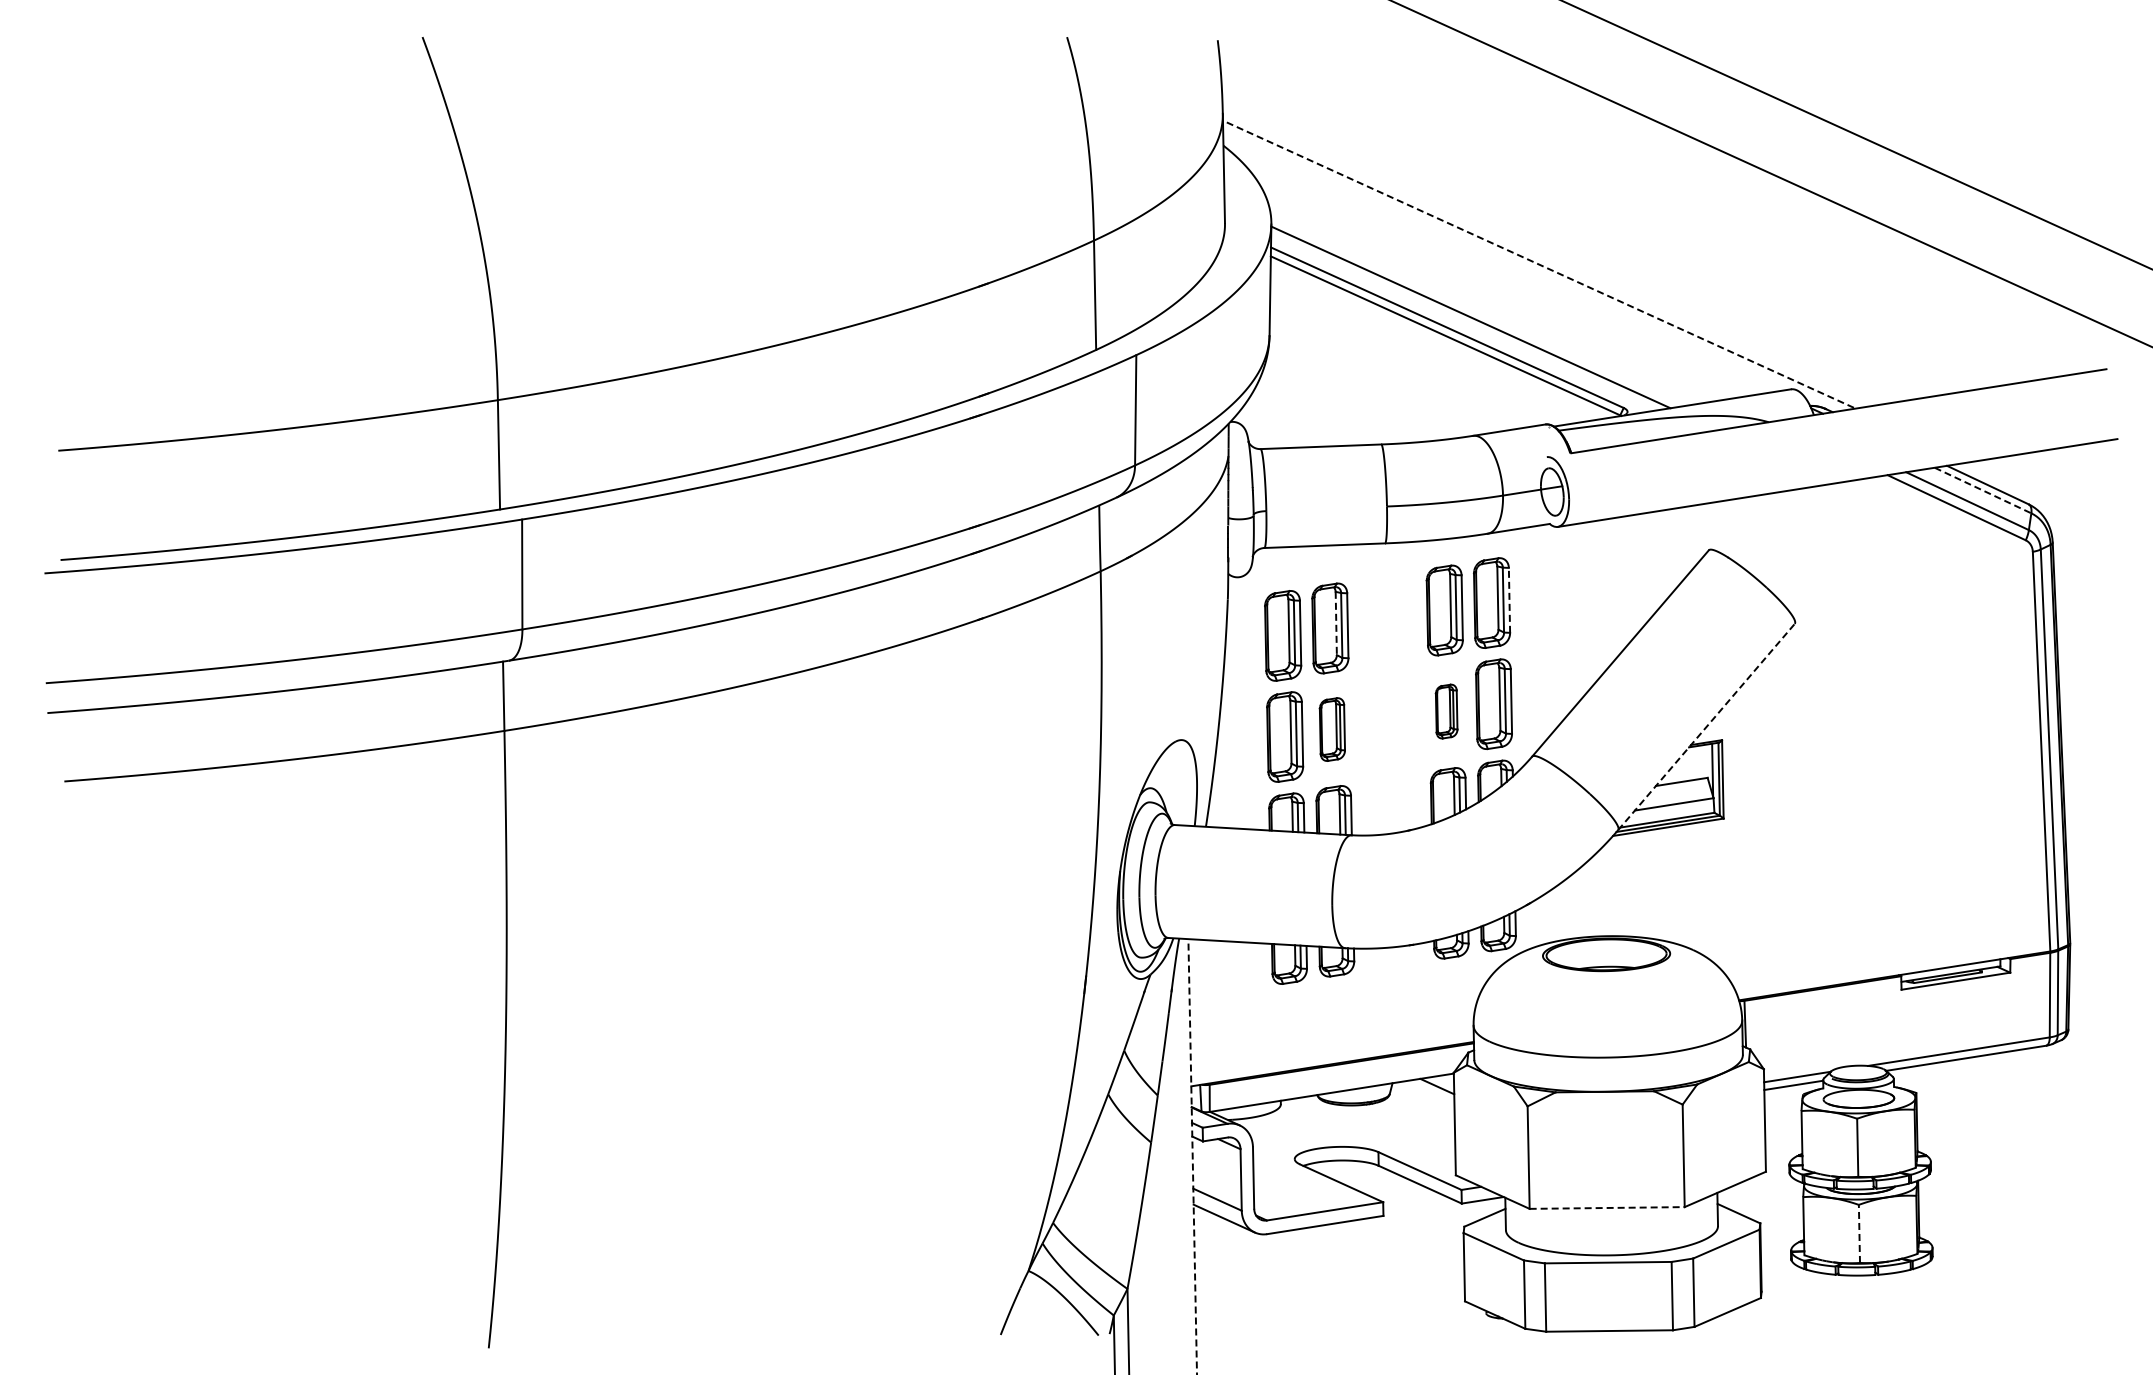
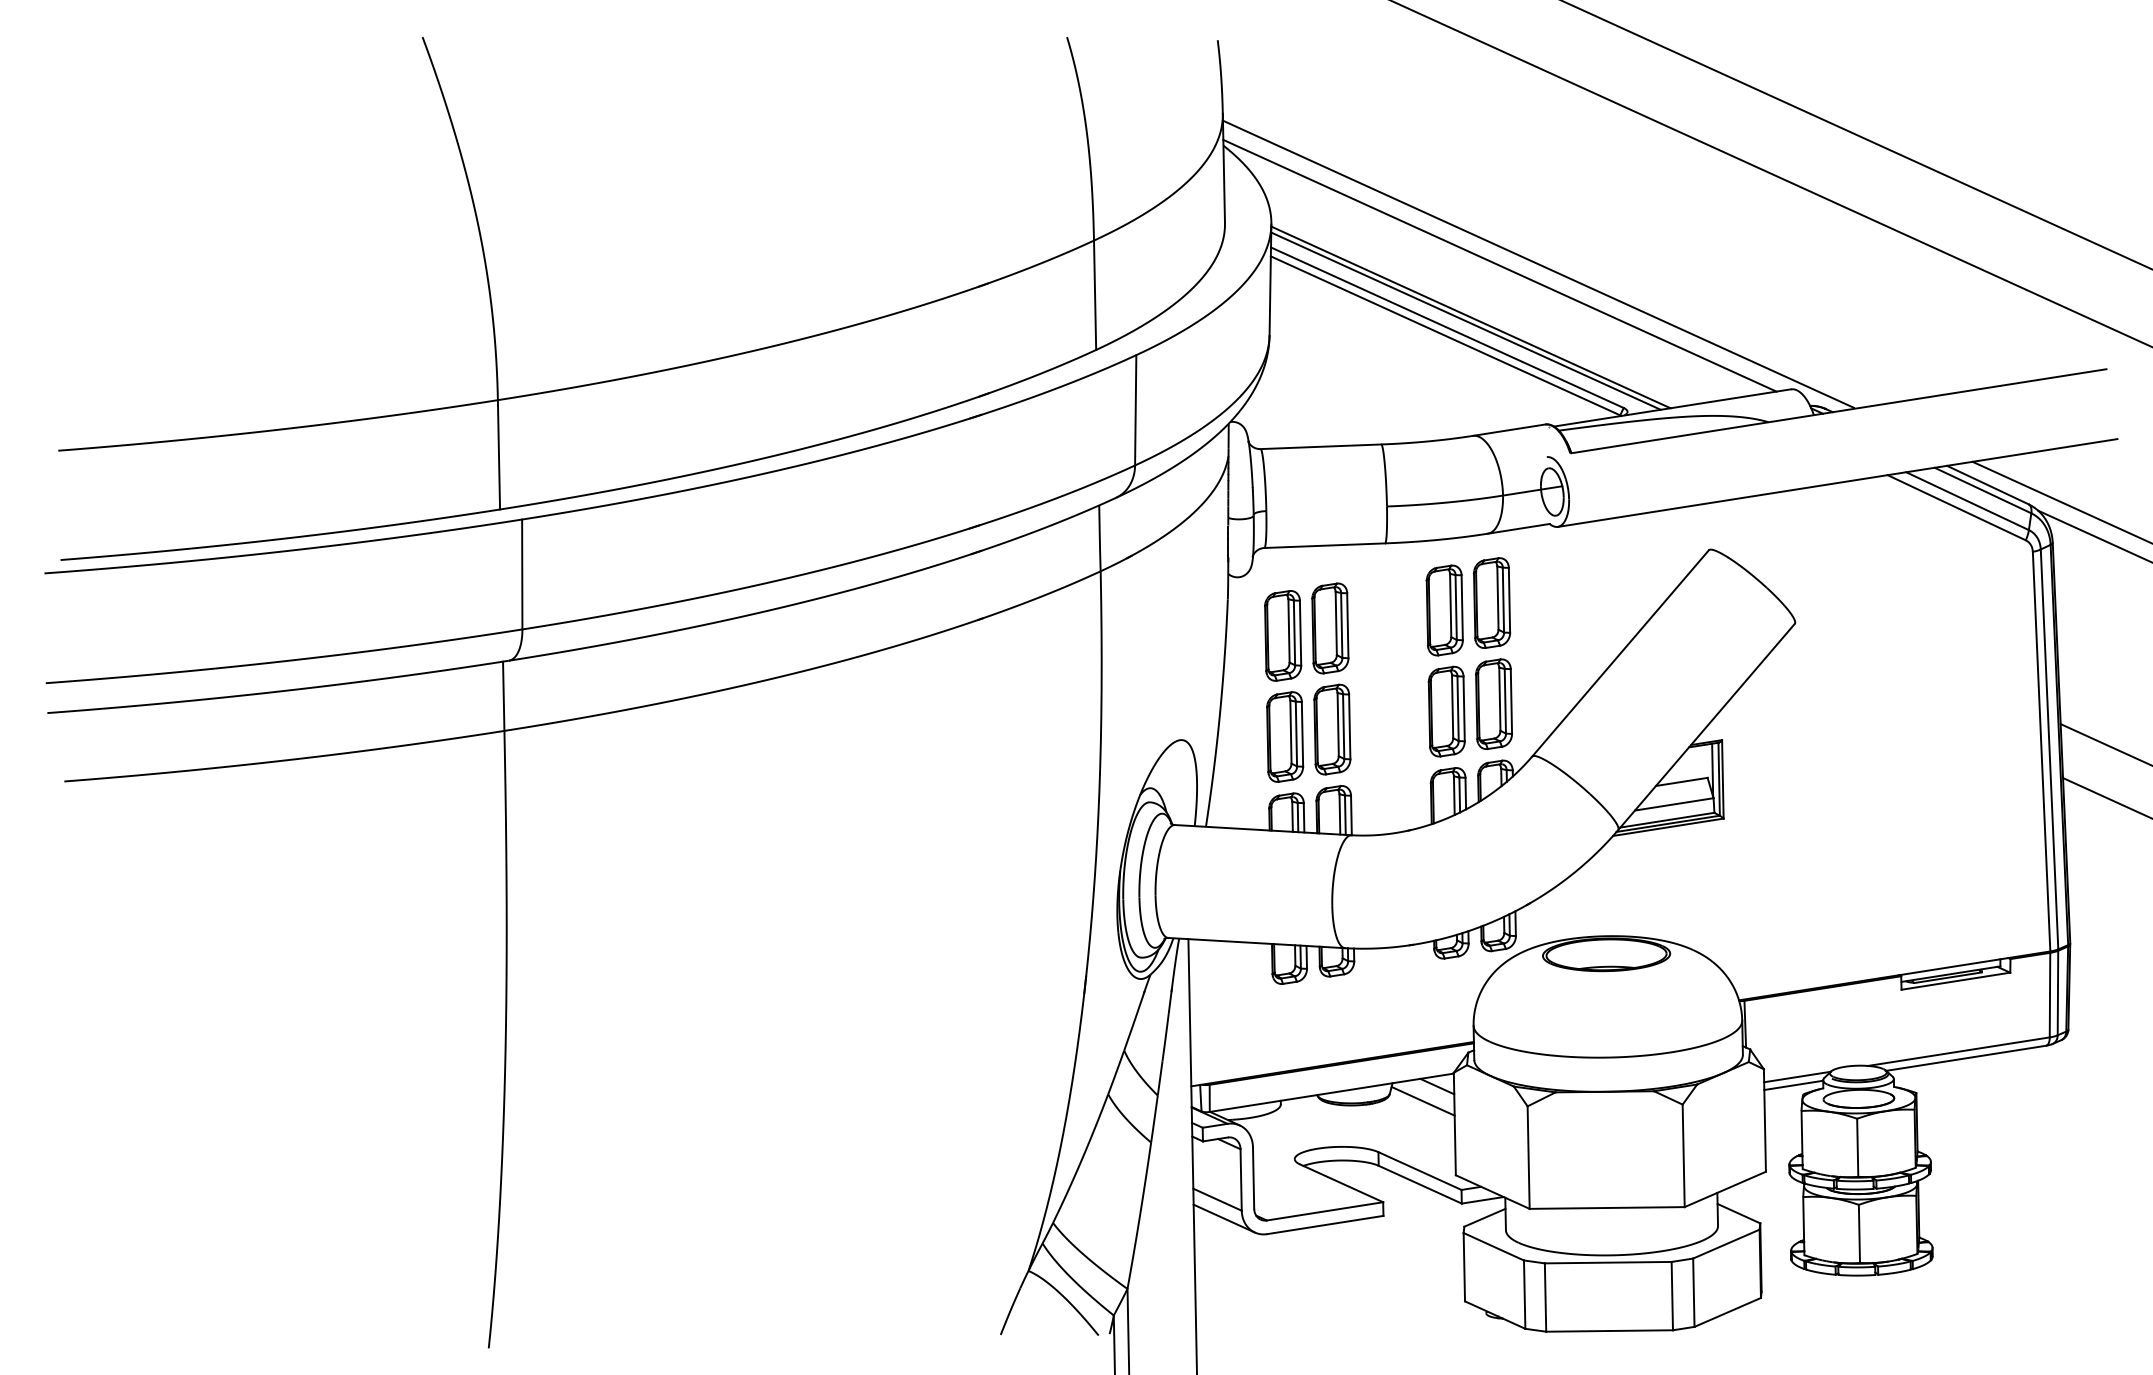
line at (1538, 264): dashed -> solid
line at (1499, 265): none -> present
line at (1465, 320): none -> present
line at (1983, 490): dashed -> solid
line at (2060, 501): none -> present
line at (2093, 535): none -> present
line at (1509, 599): dashed -> solid
line at (1336, 623): dashed -> solid
part at (1446, 711) size: 25x57 px -> 39x93 px
line at (1706, 727): dashed -> solid
part at (1331, 729) size: 28x65 px -> 39x93 px
line at (2104, 744): none -> present
line at (2106, 797): none -> present
line at (1422, 1100): none -> present
line at (1192, 1156): dashed -> solid
line at (1607, 1207): dashed -> solid
line at (1859, 1233): dashed -> solid
